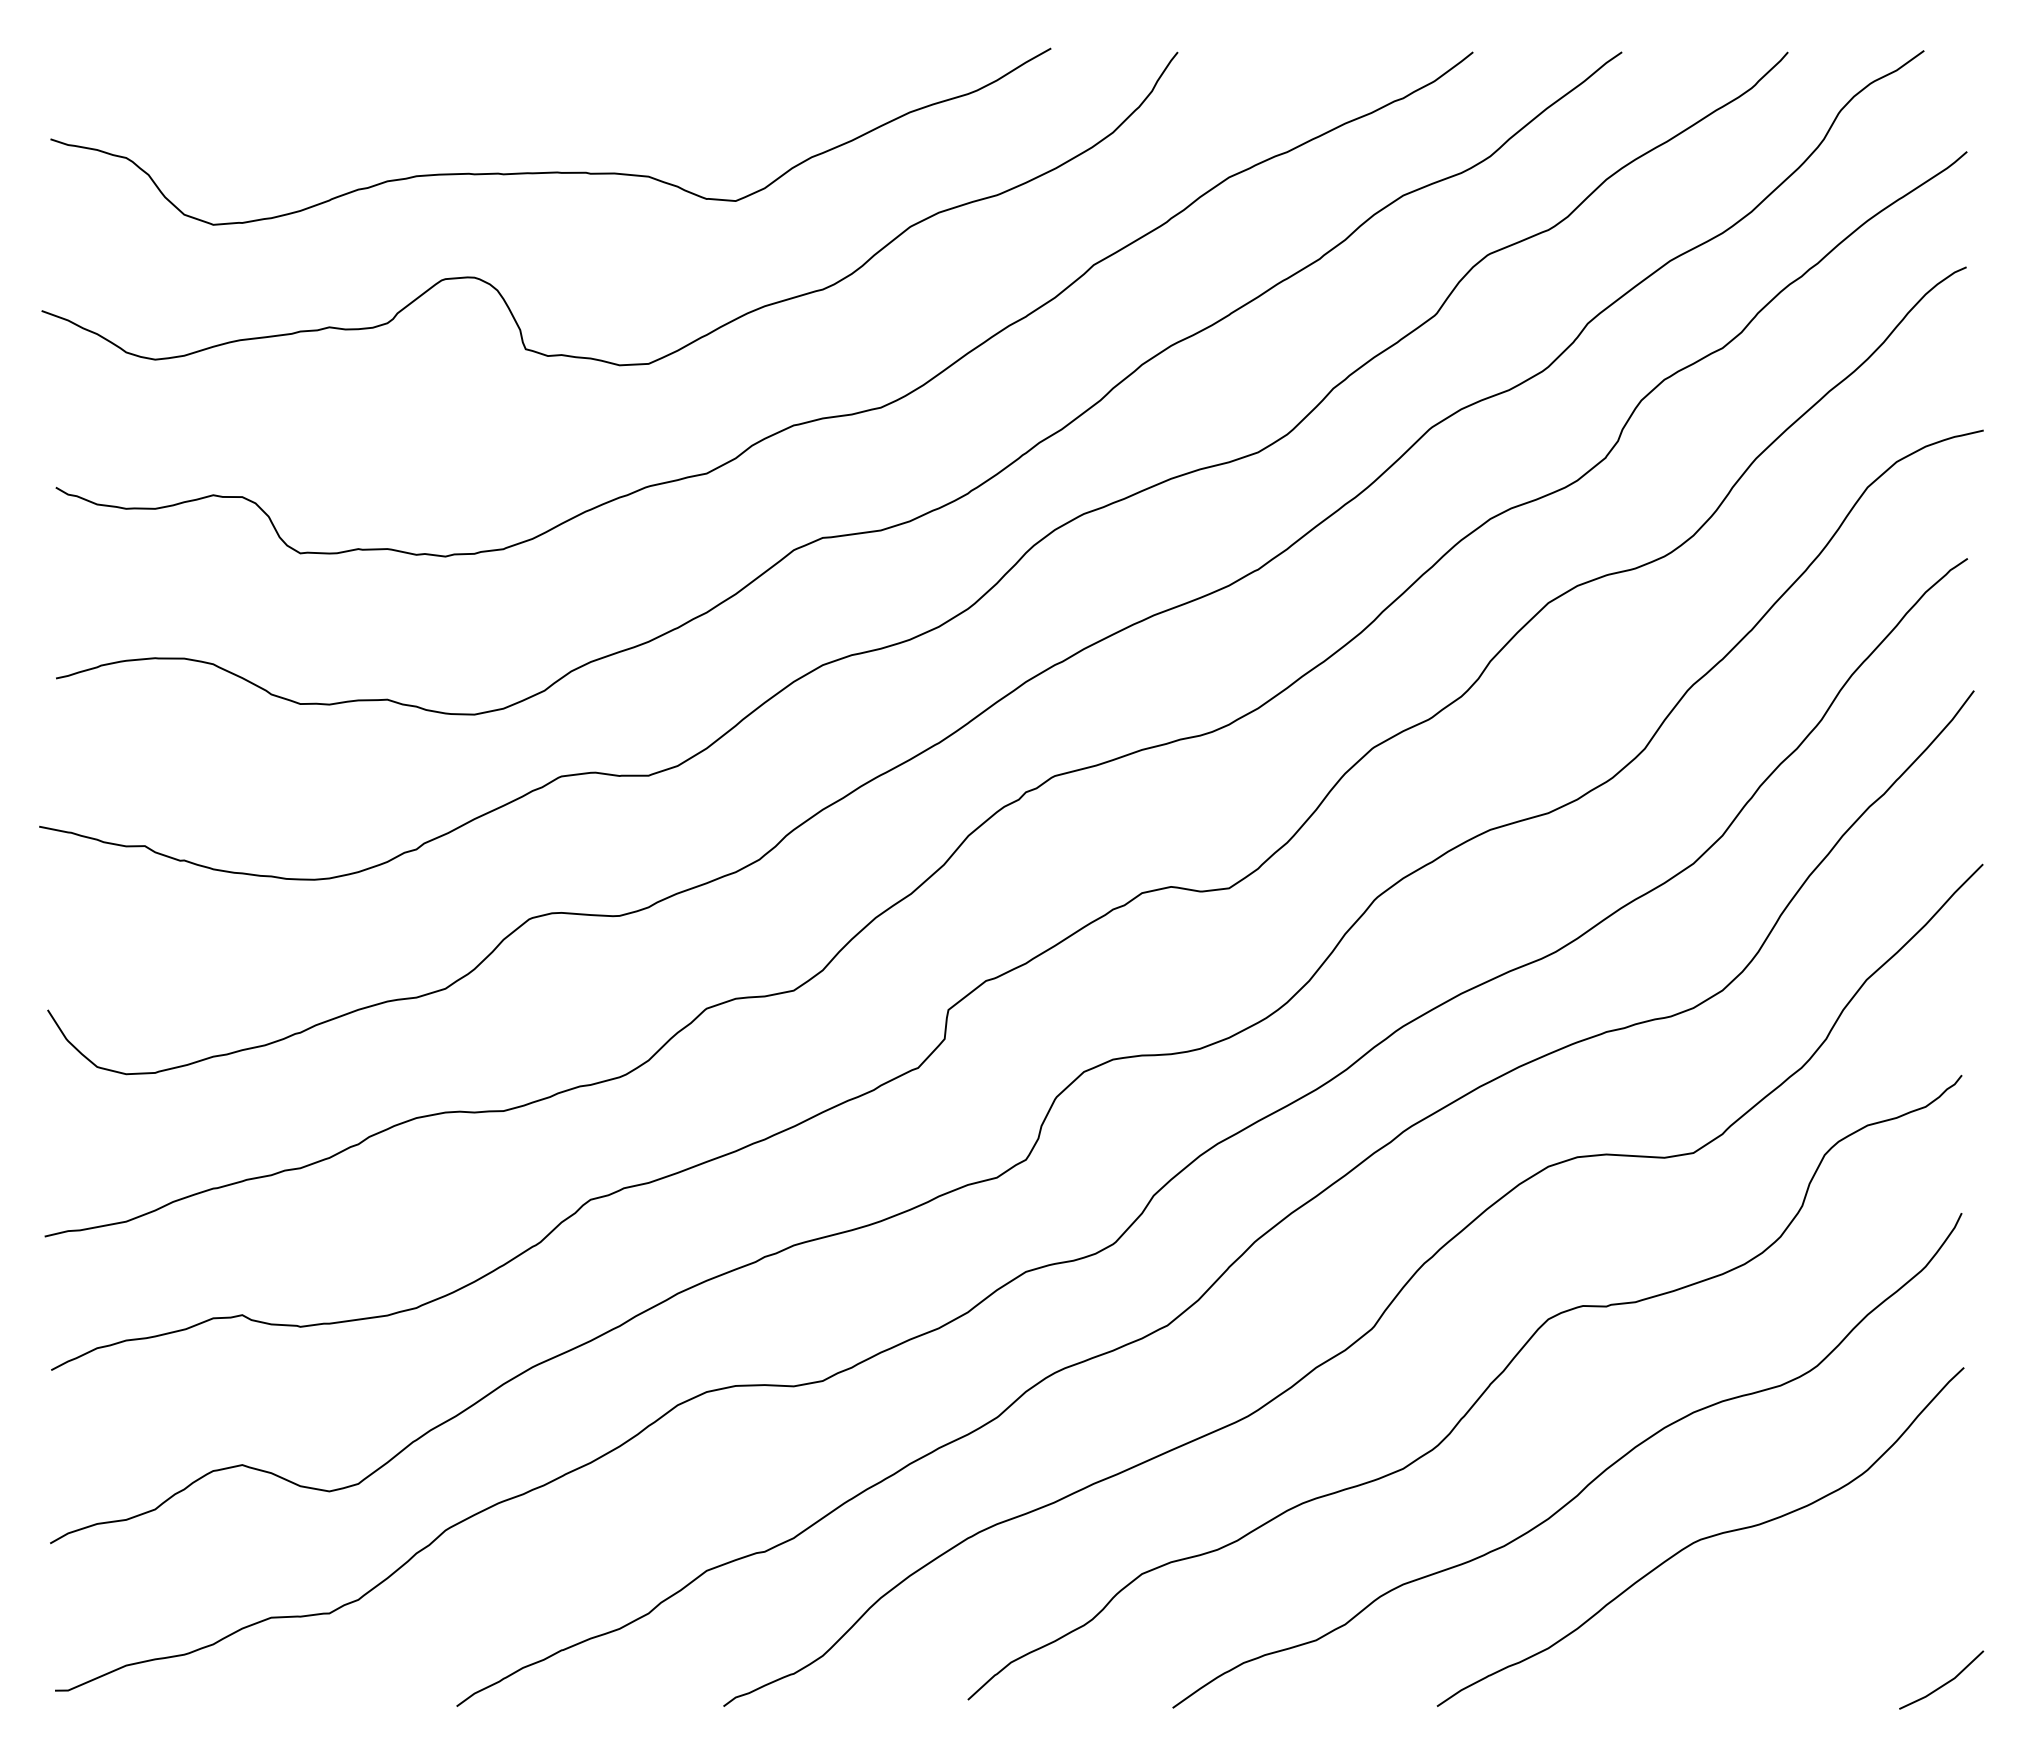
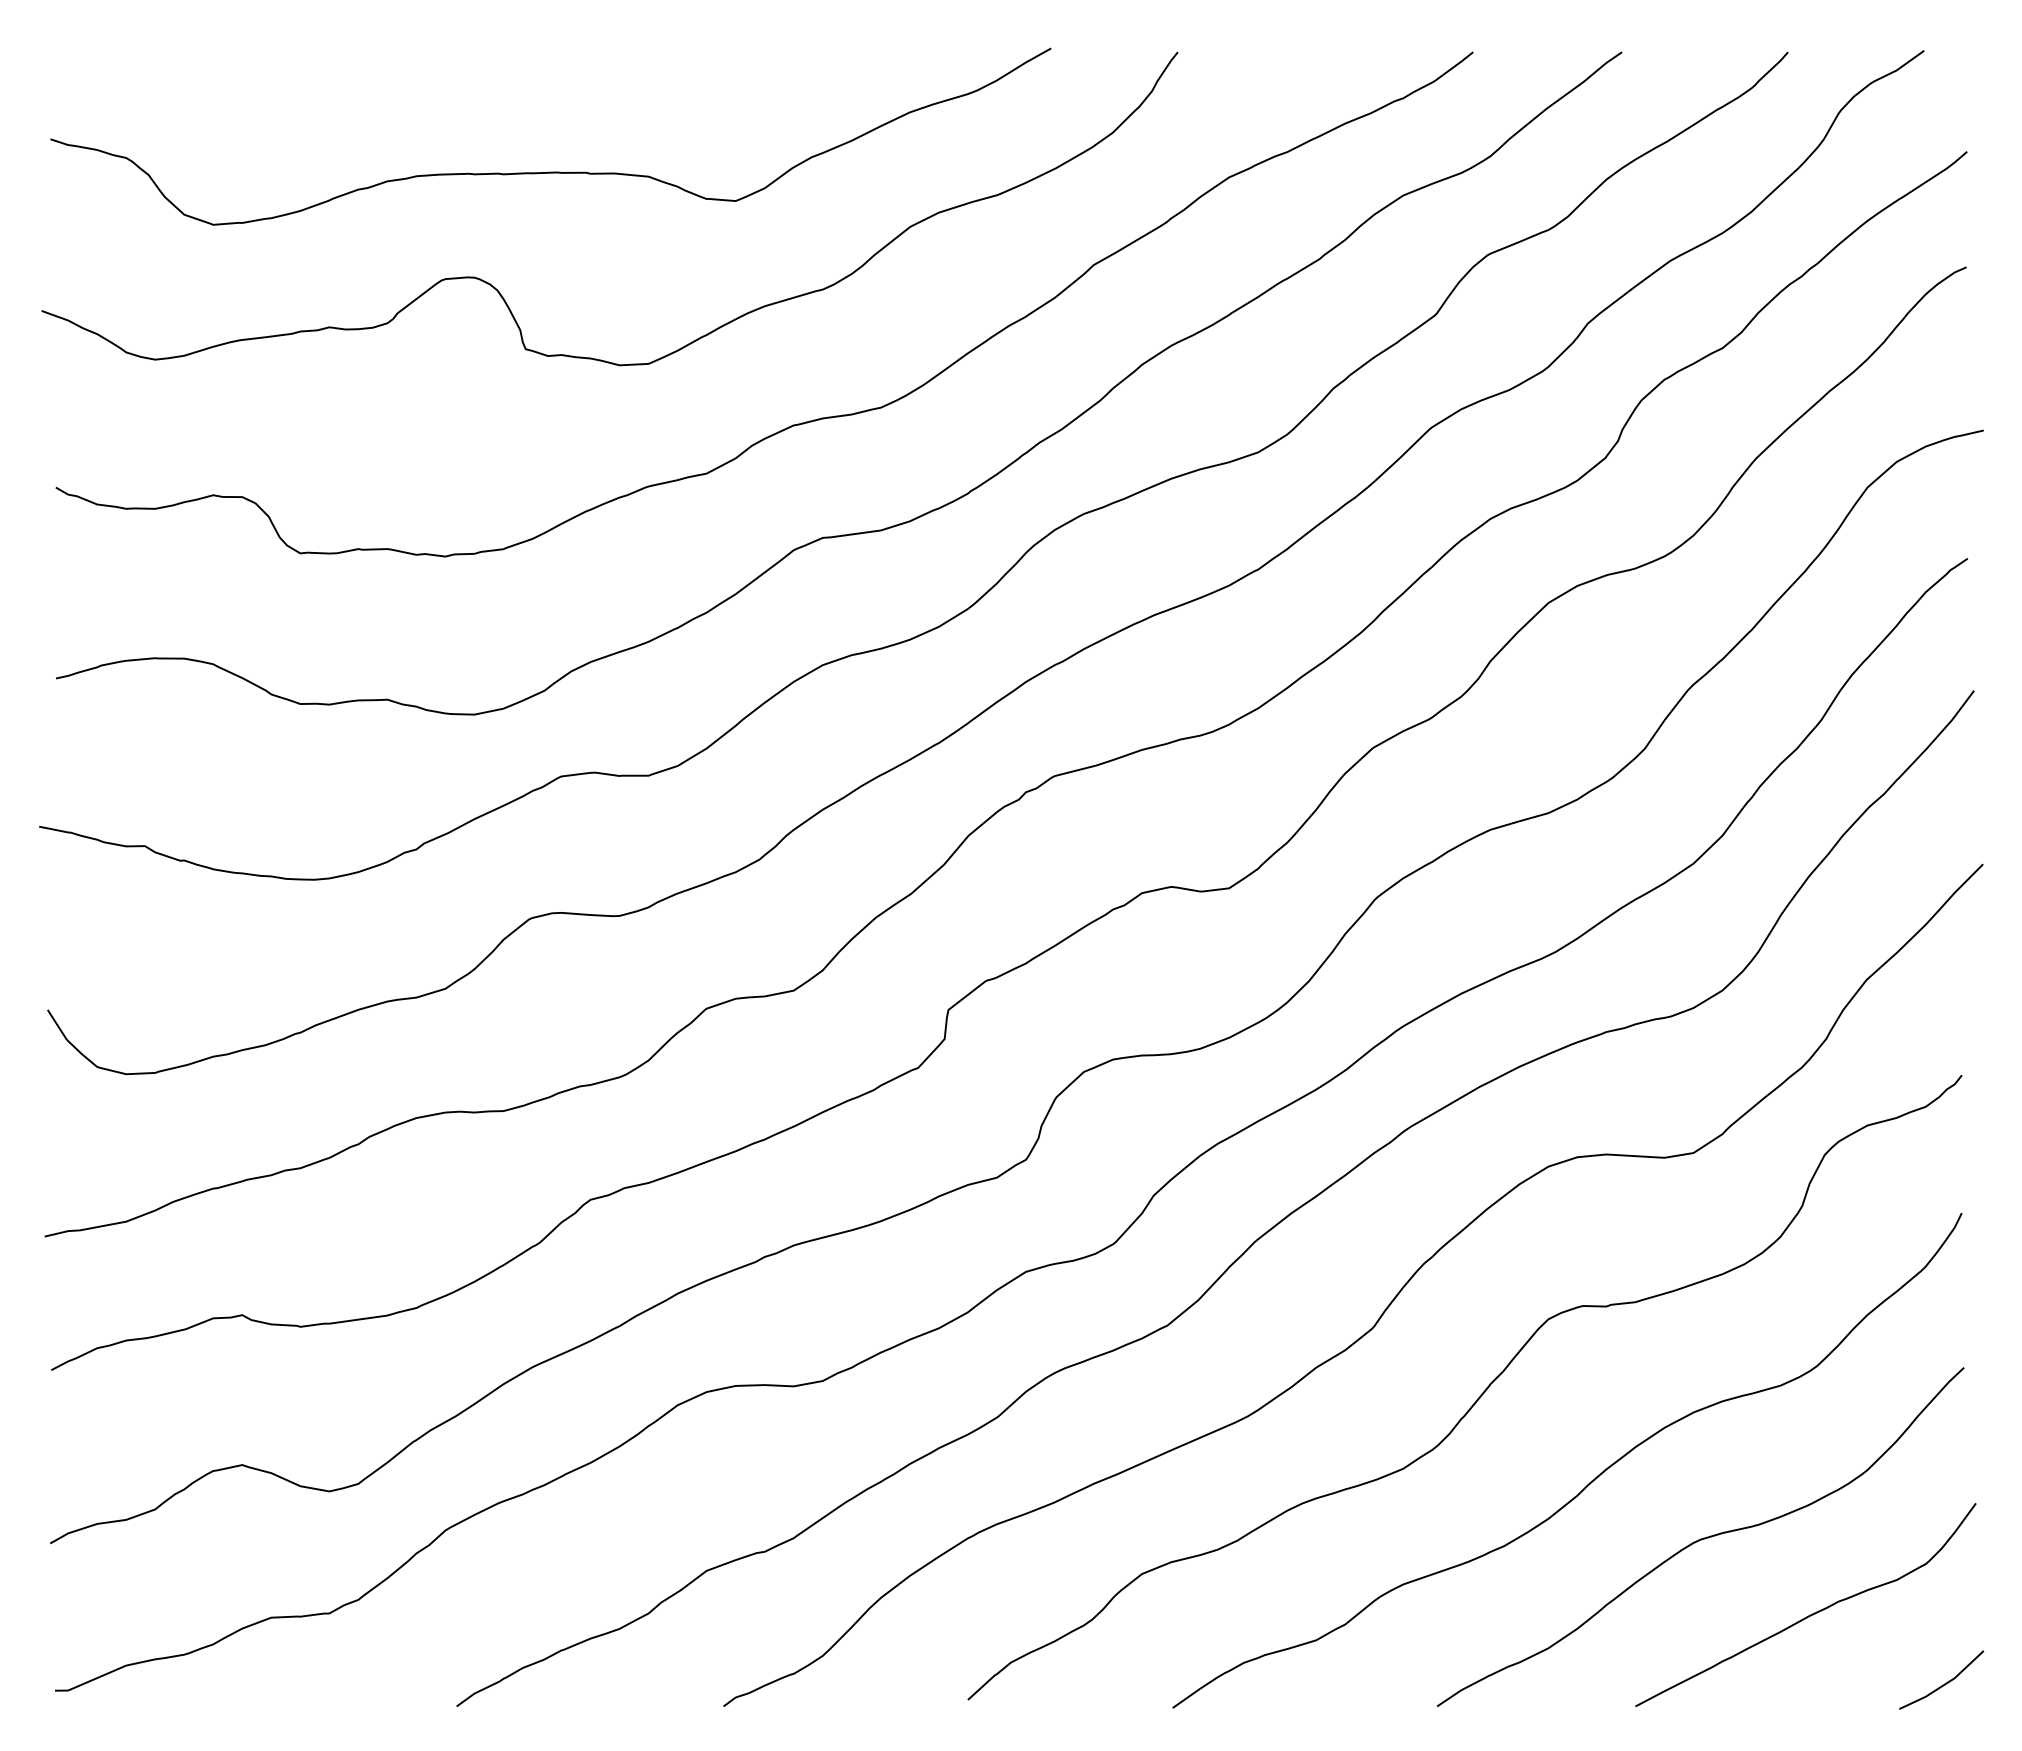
curve at (1810, 1614): none -> present
